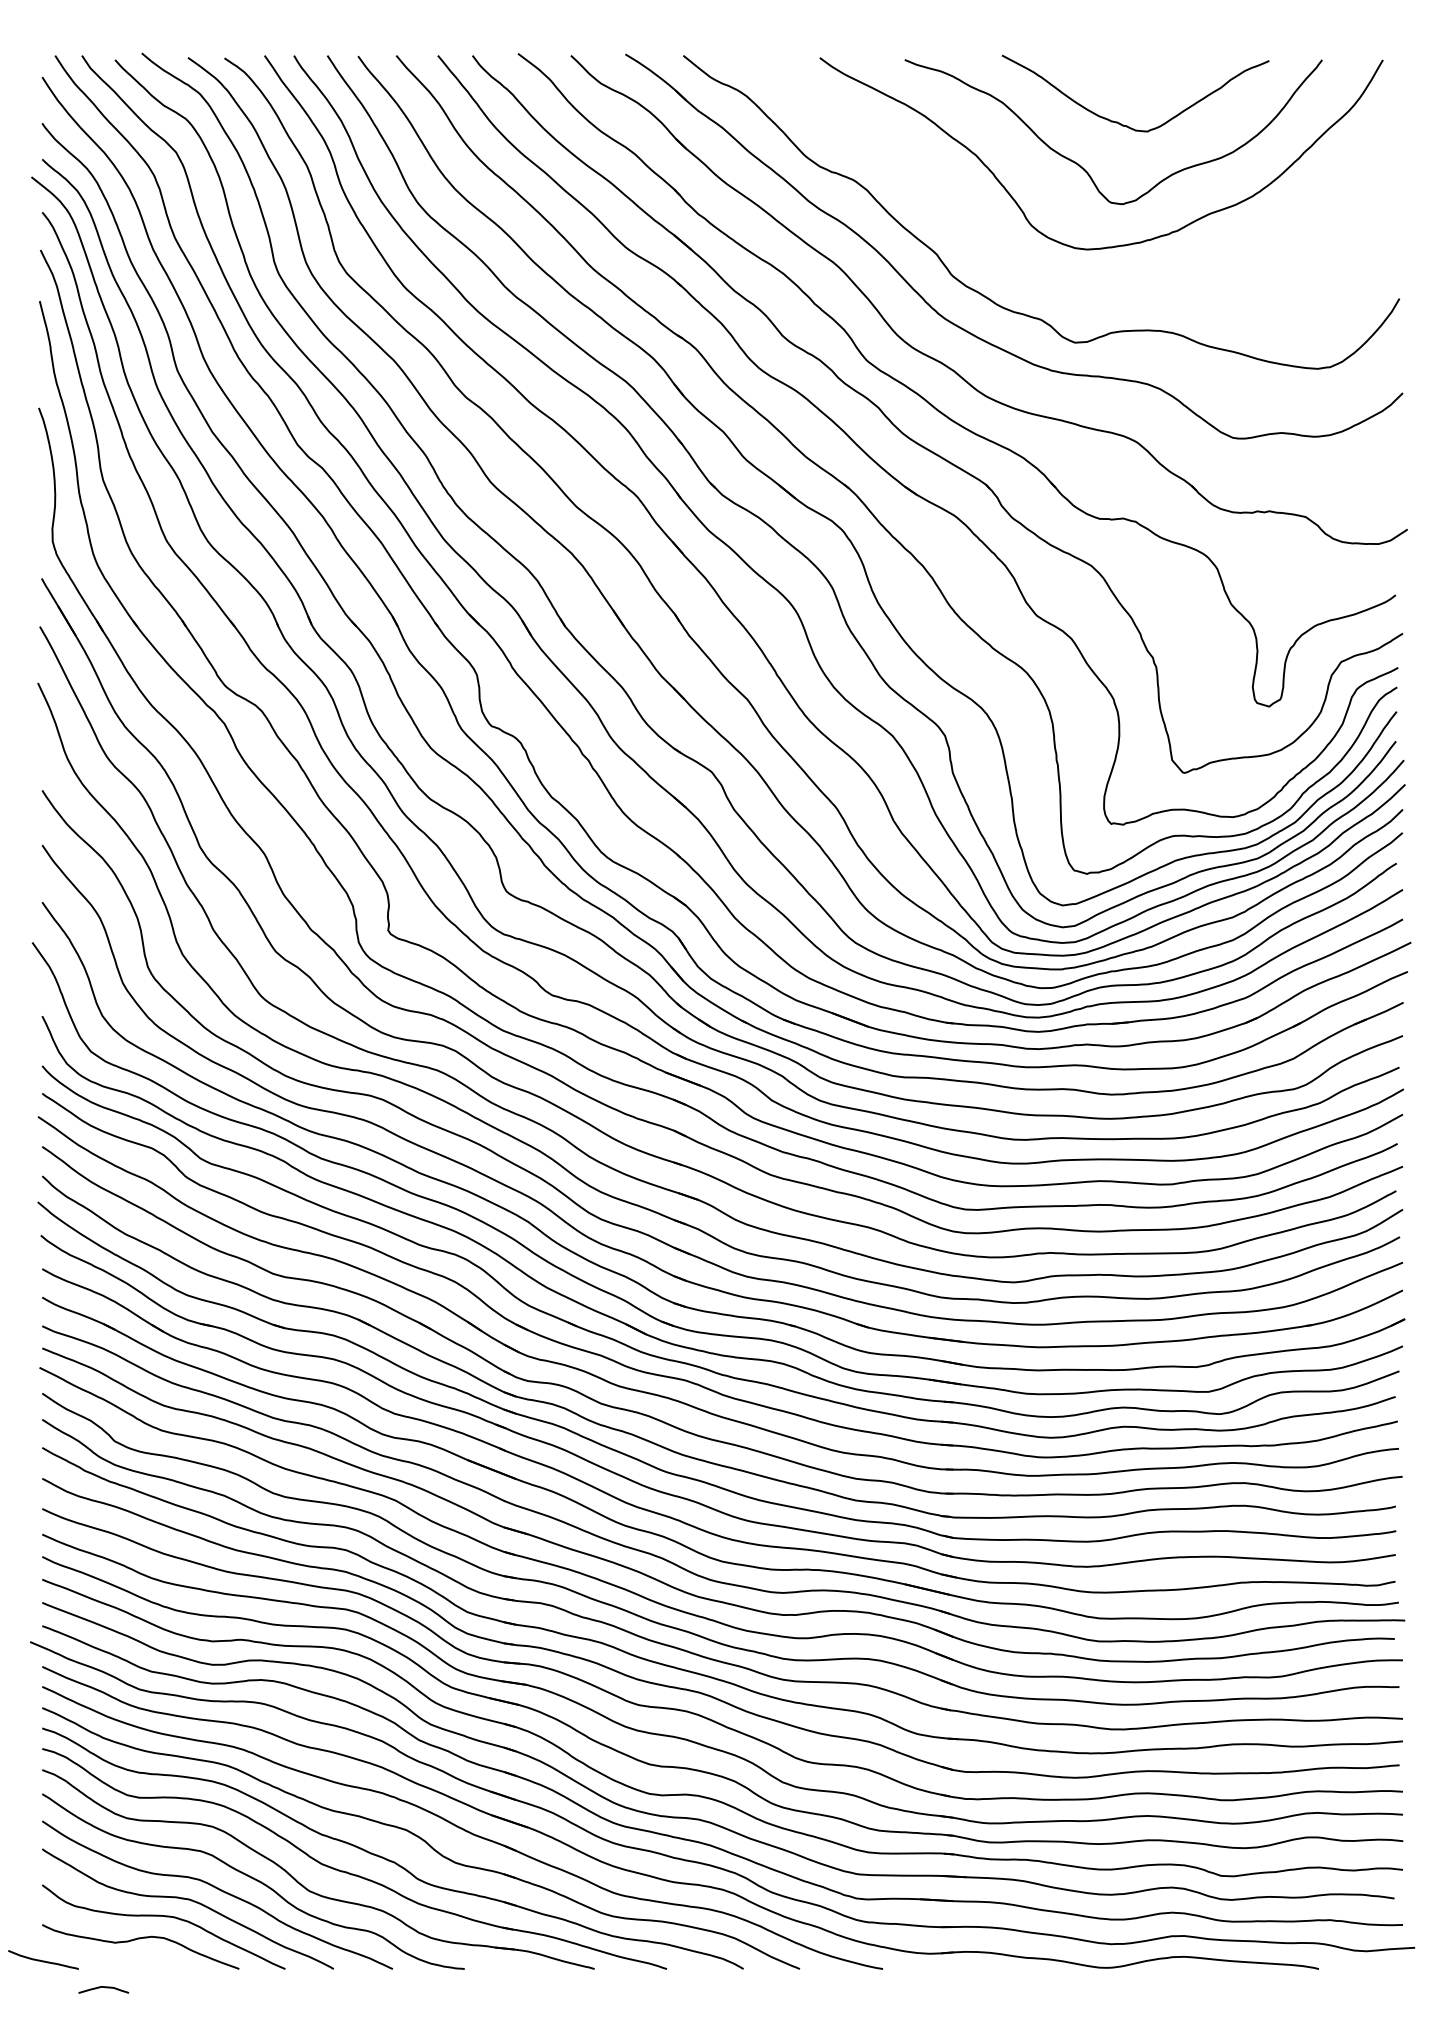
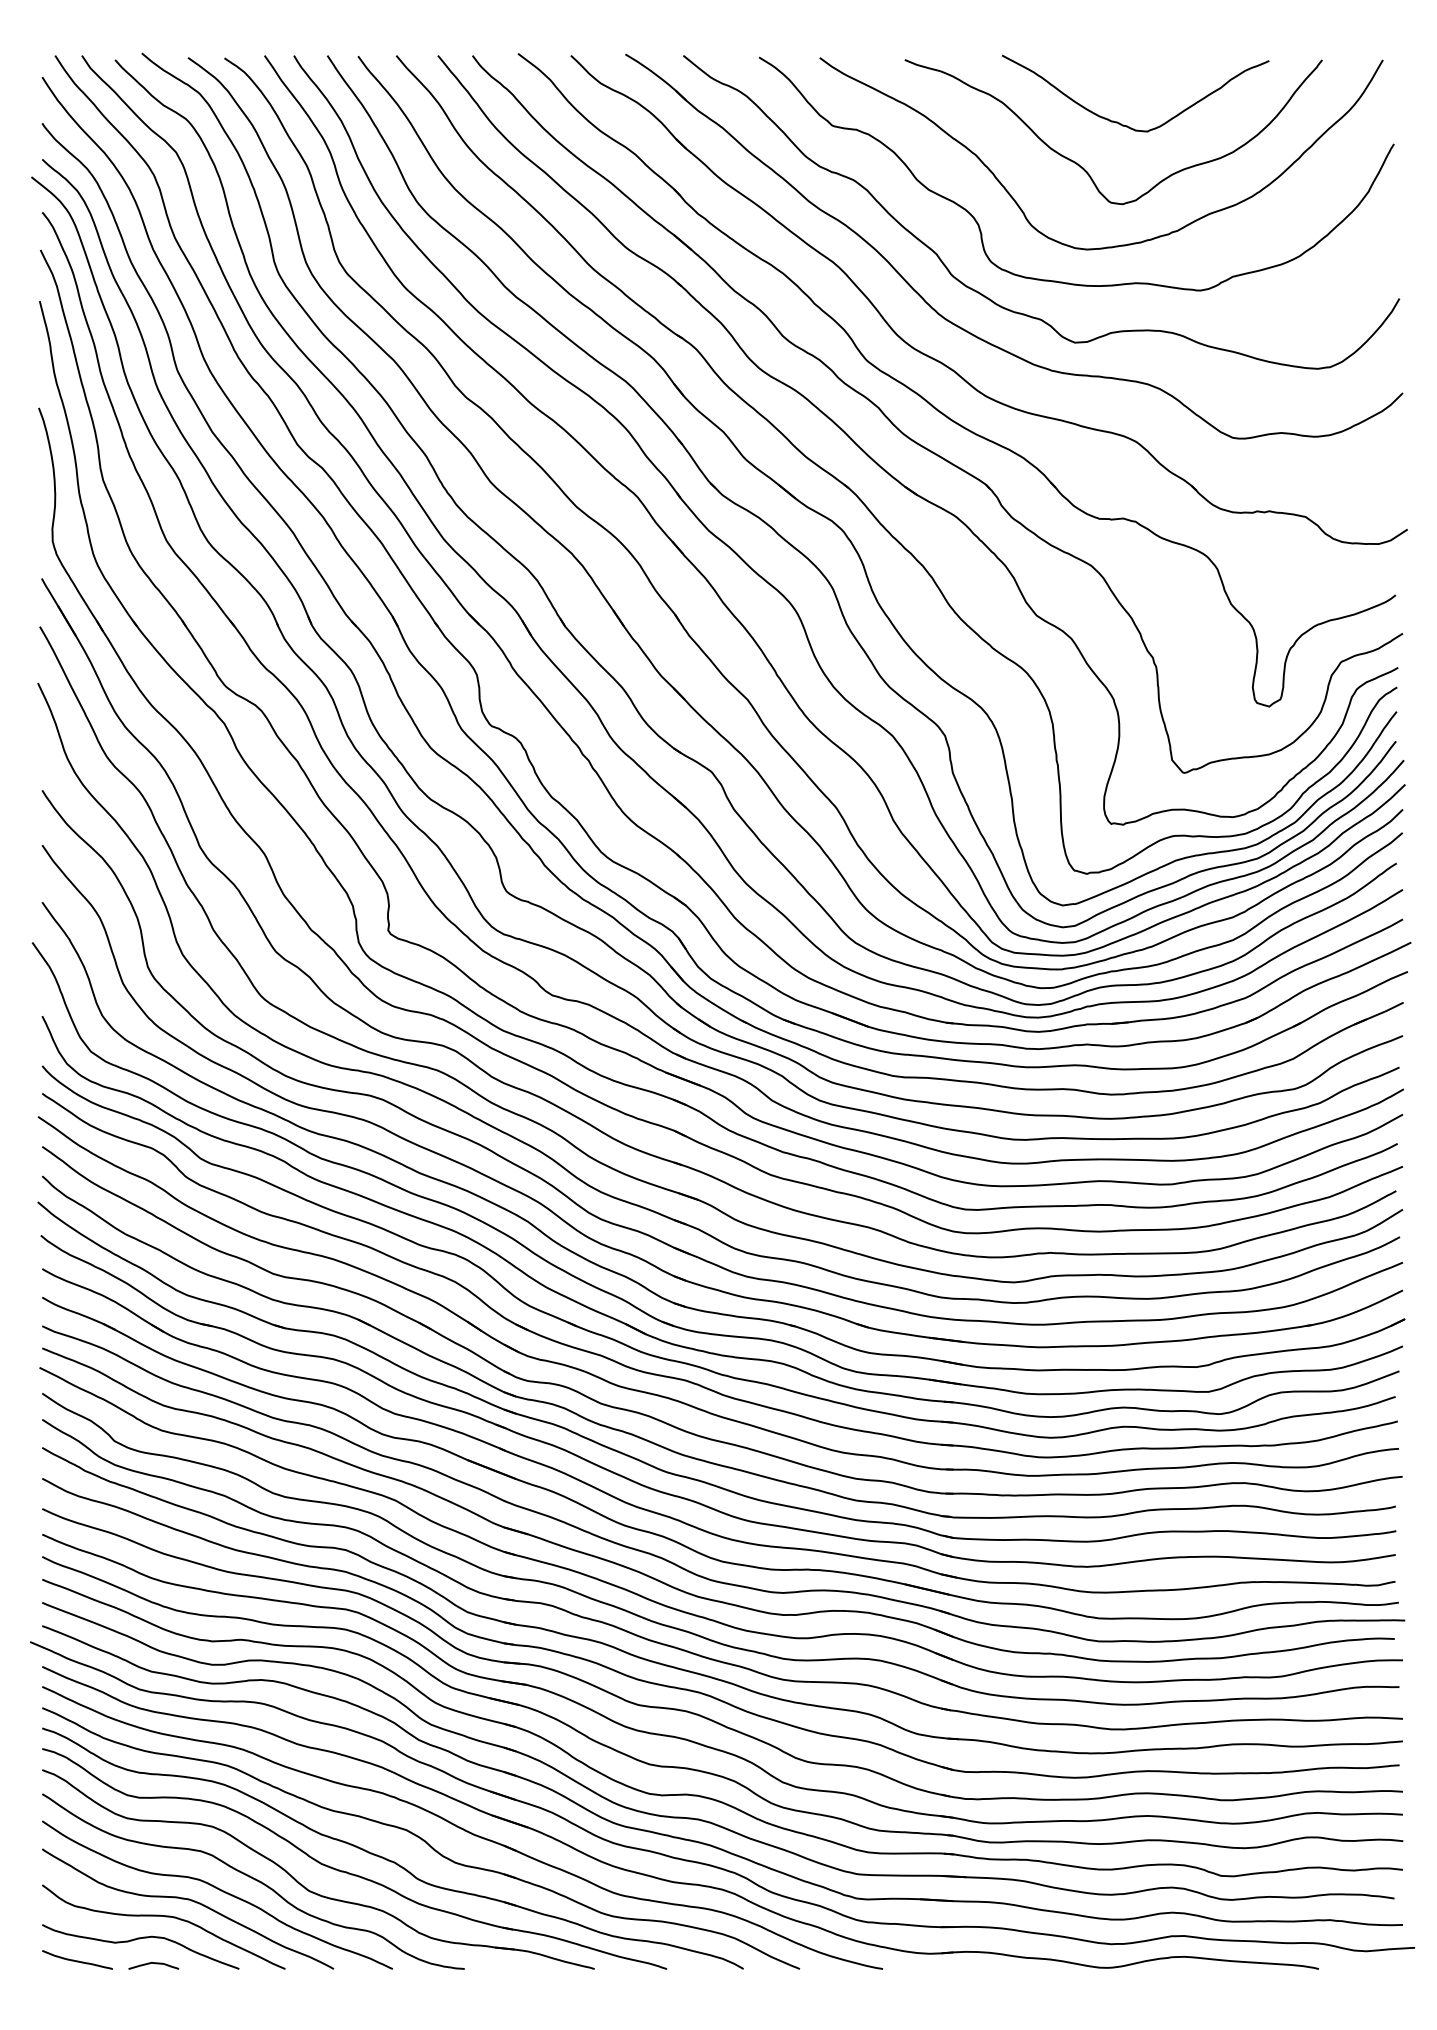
curve at (1056, 280): none -> present
curve at (43, 1960) position: (43, 1960) -> (77, 1960)
curve at (103, 1987) position: (103, 1987) -> (153, 1963)
